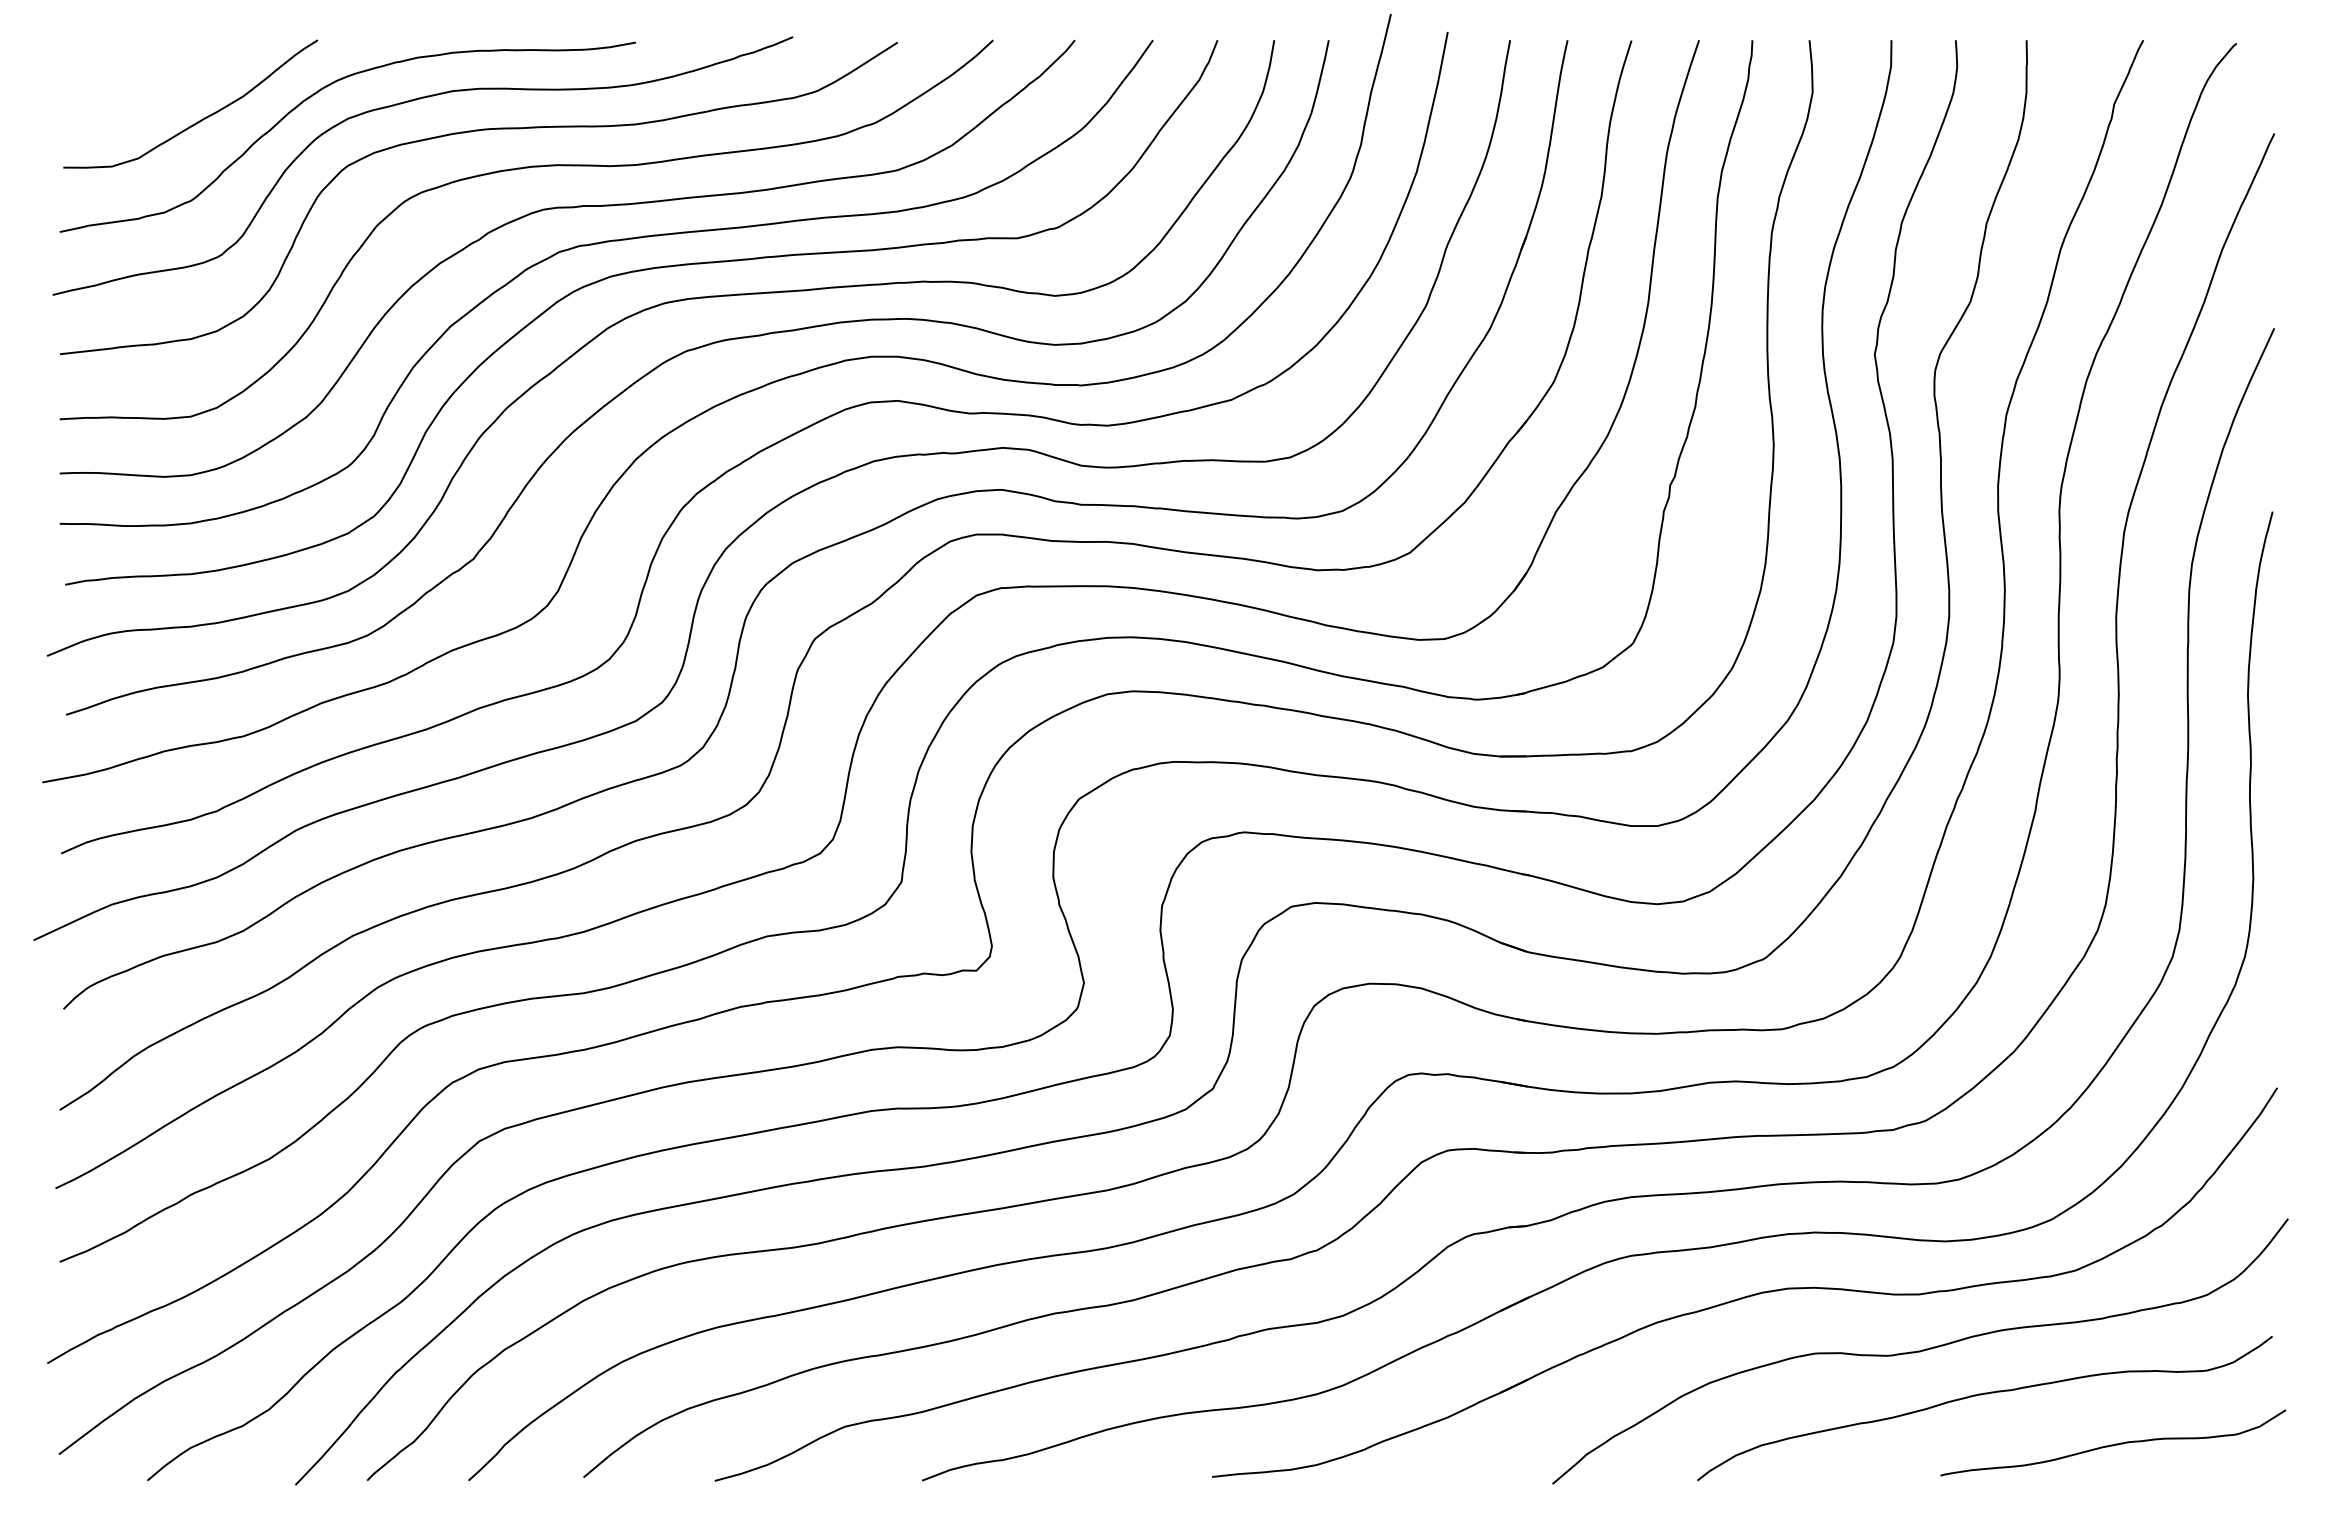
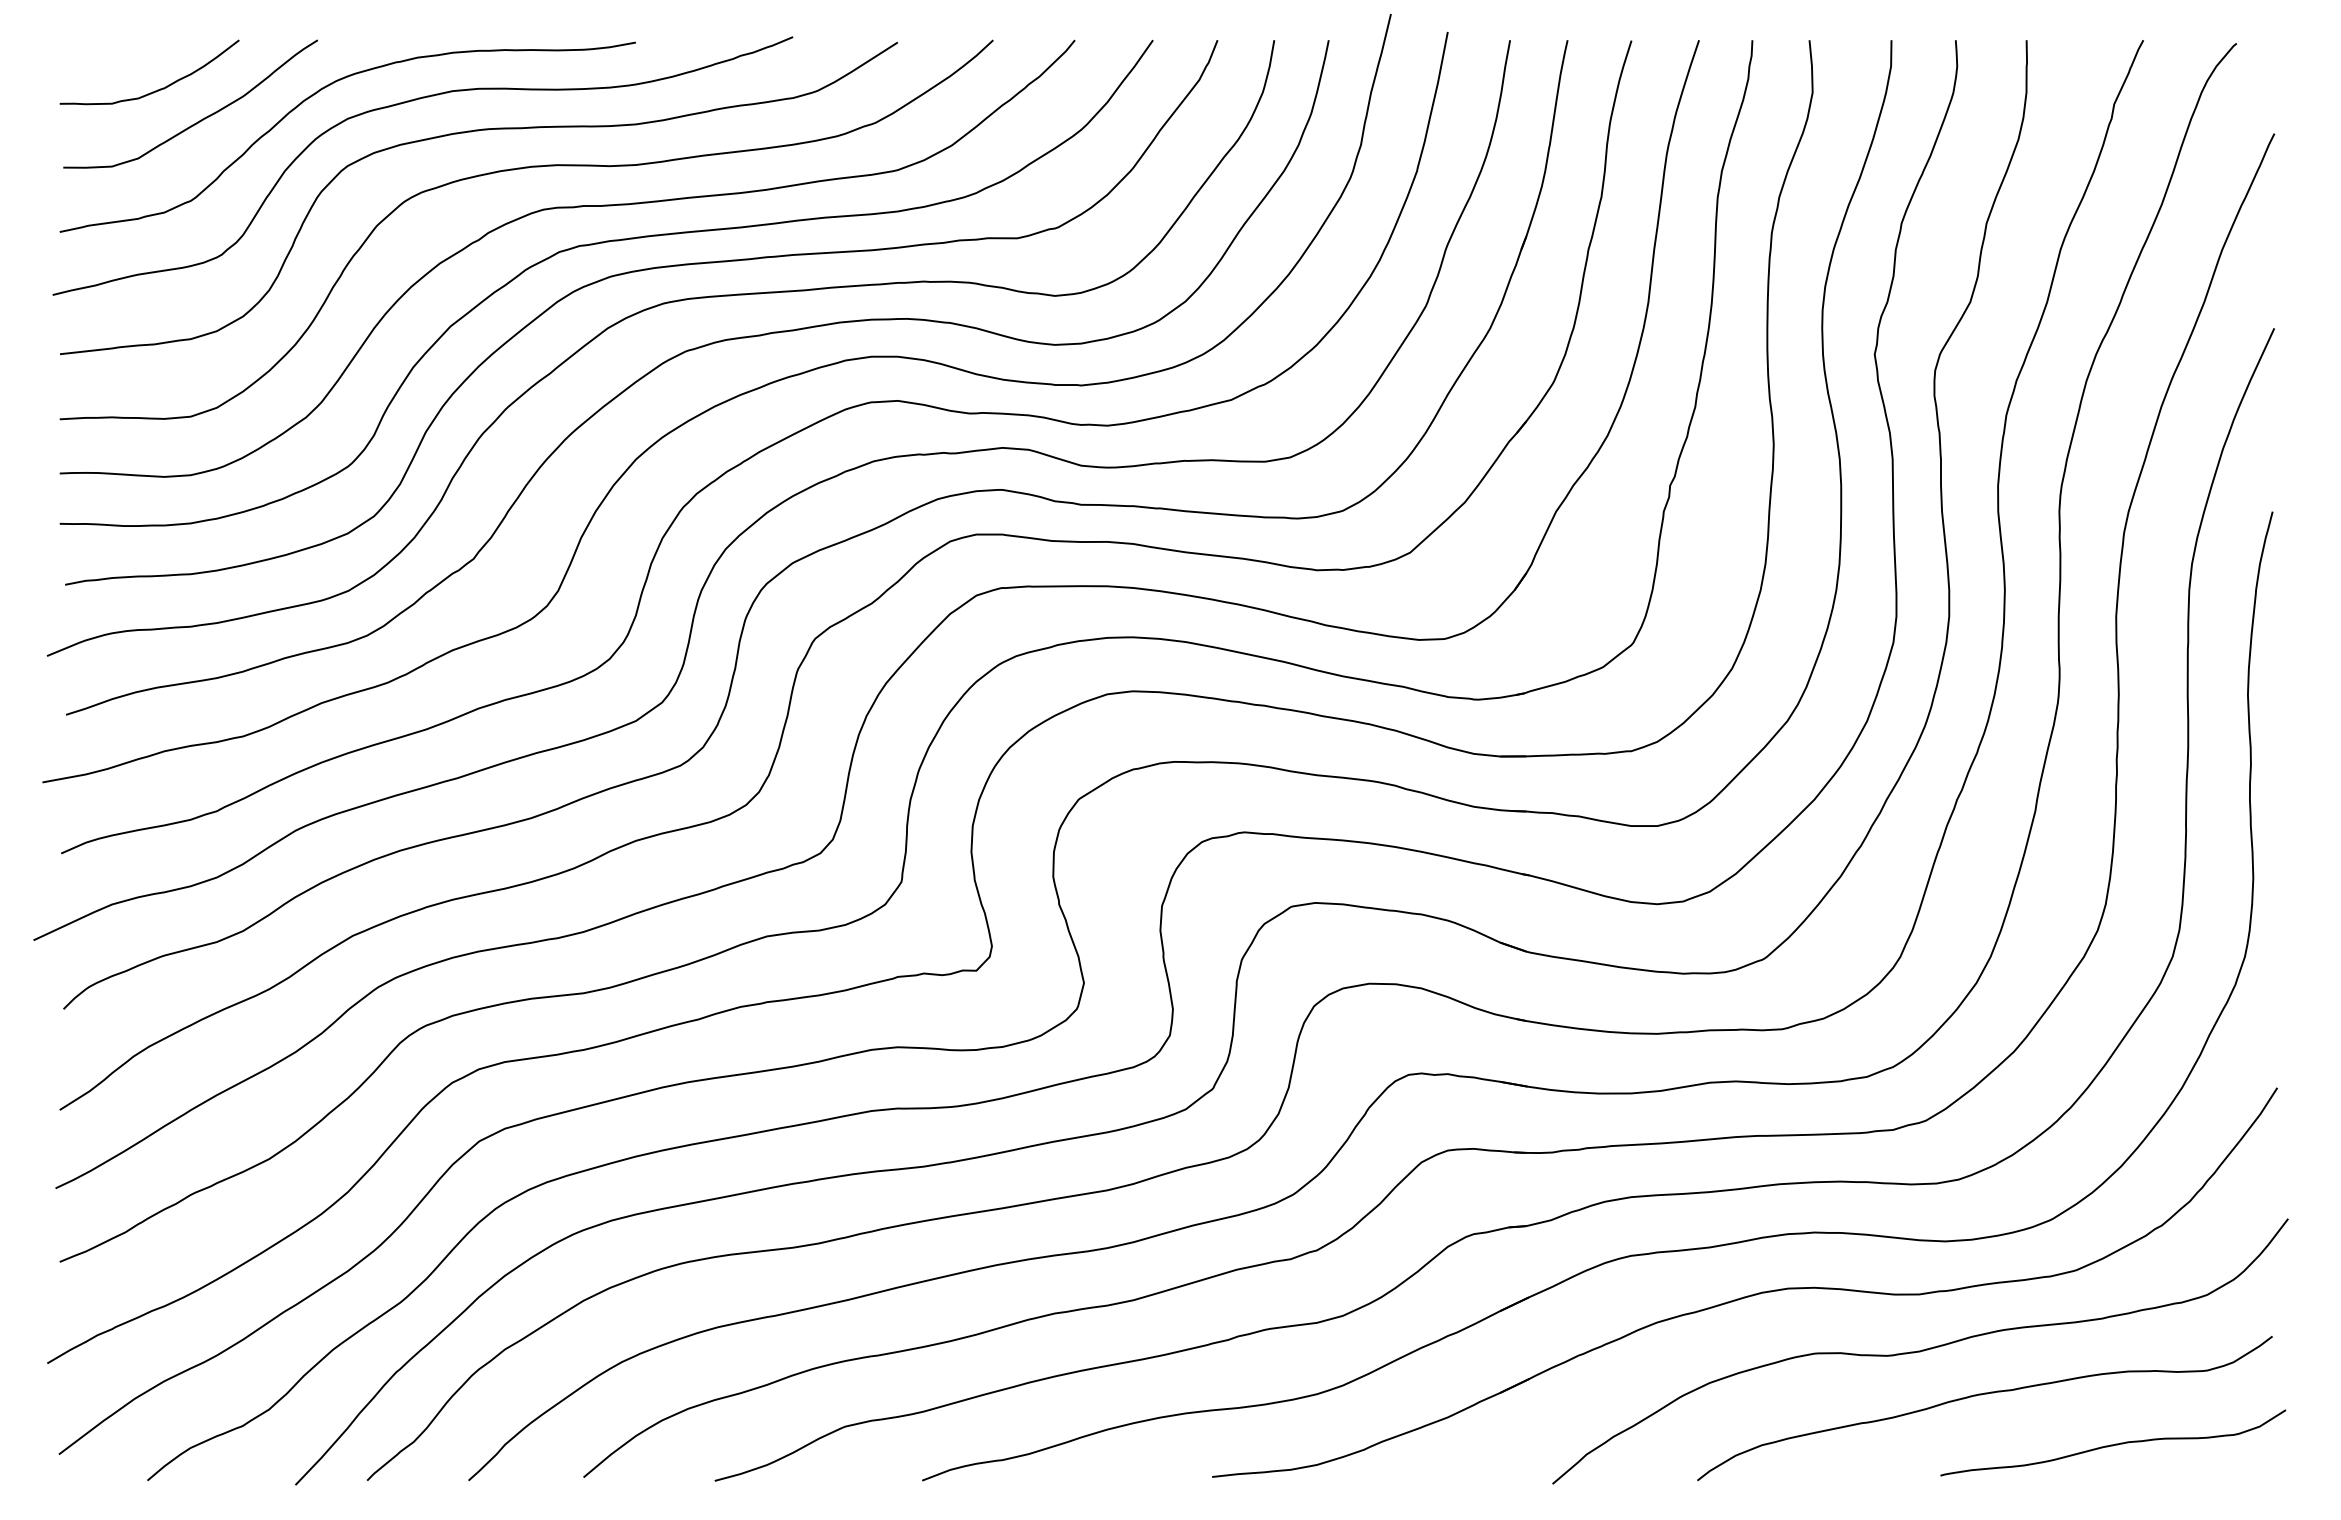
curve at (157, 89): none -> present
